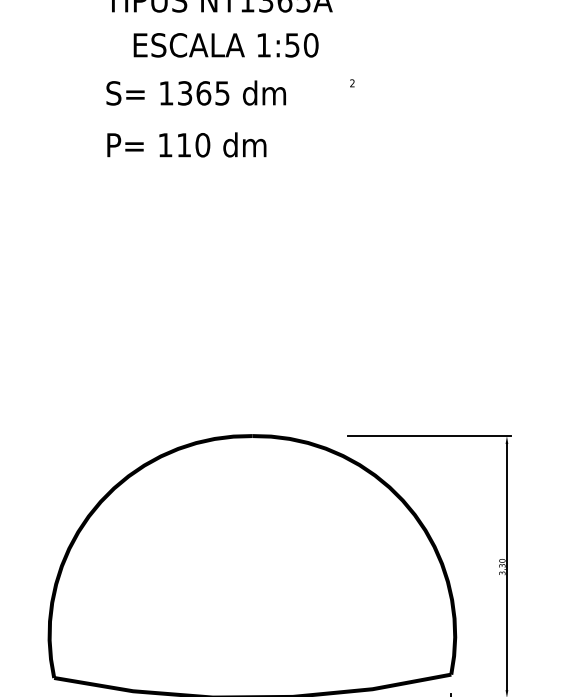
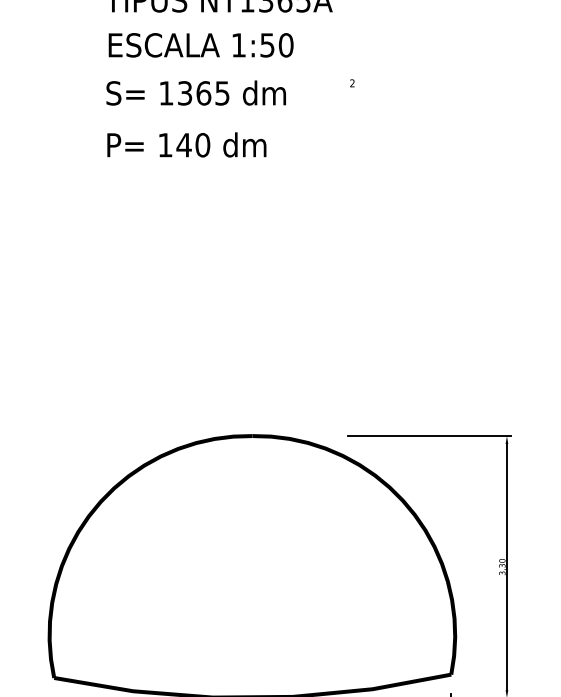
text at (225, 45) position: (225, 45) -> (200, 45)
text at (183, 145): 110 -> 140
